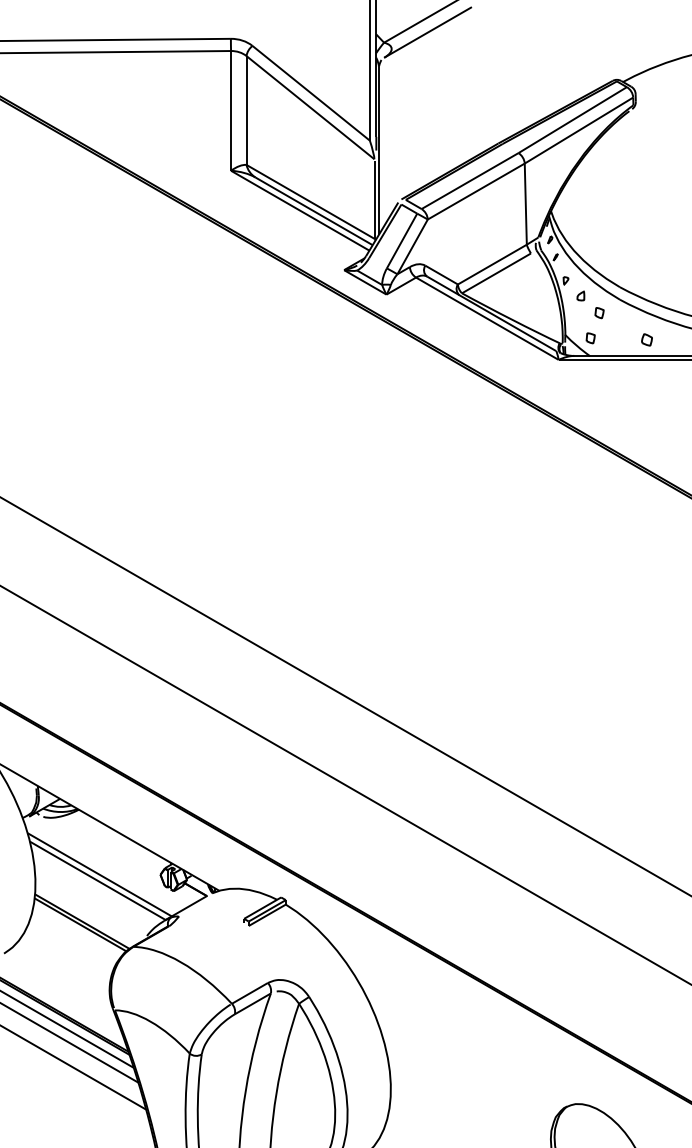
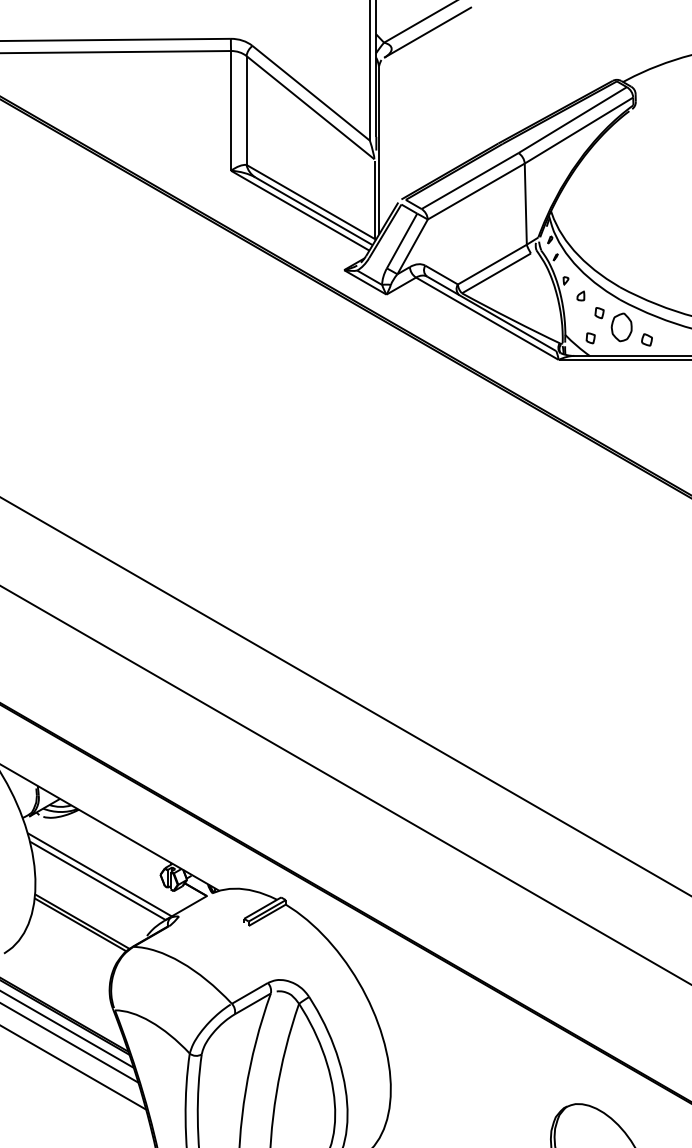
part at (621, 327): none -> present
